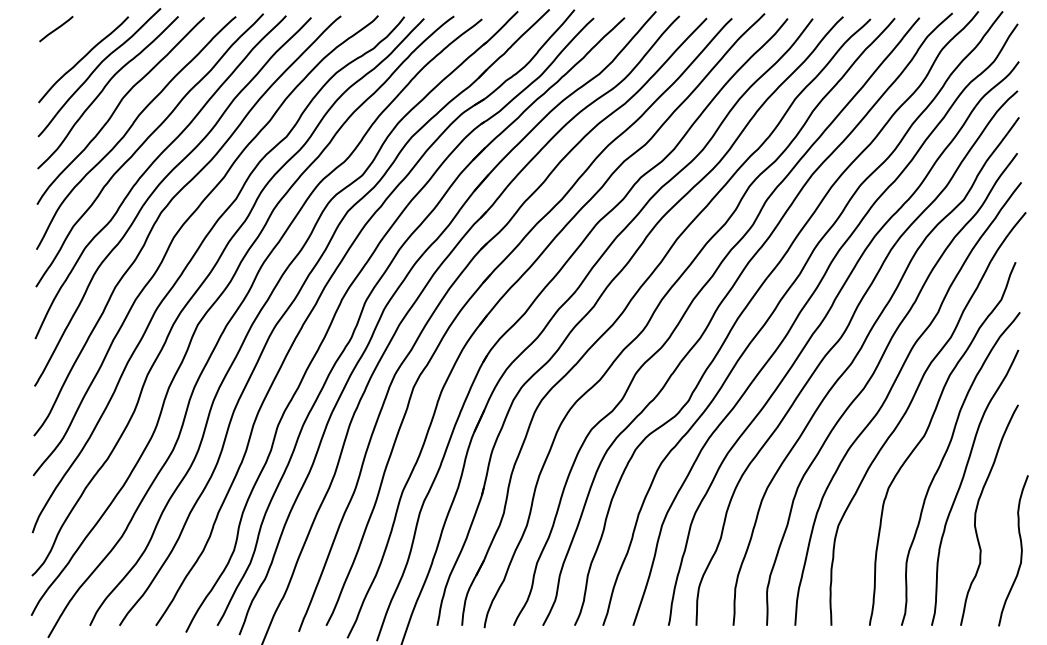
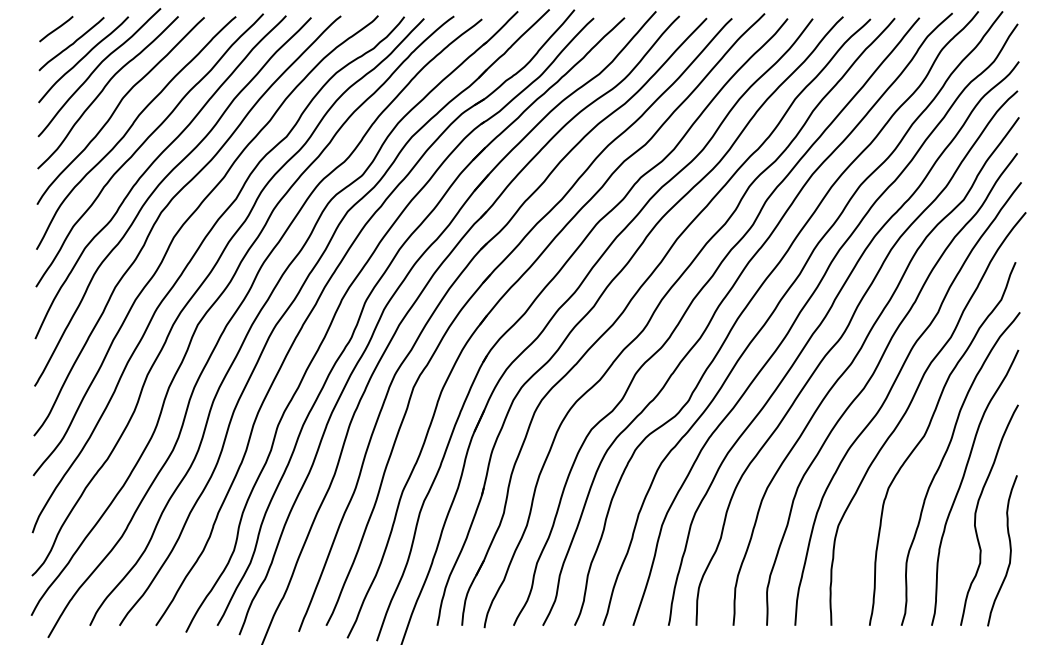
line at (71, 44): none -> present
curve at (1020, 548) position: (1020, 548) -> (1009, 548)
